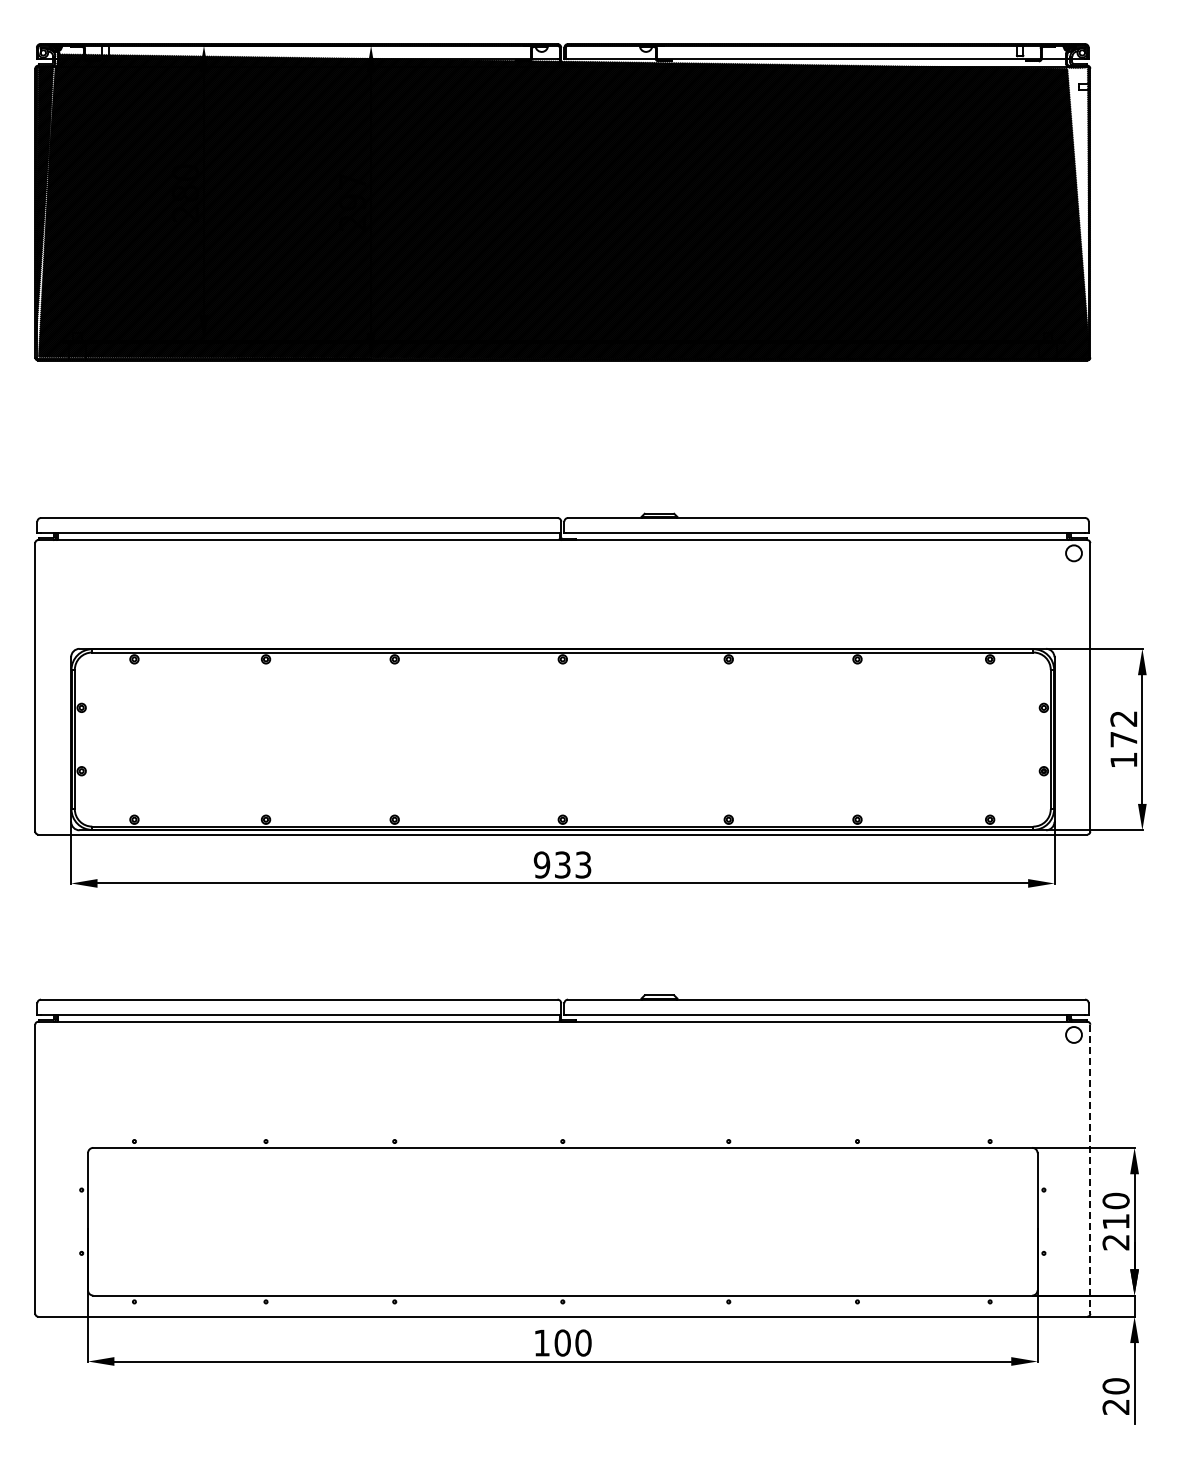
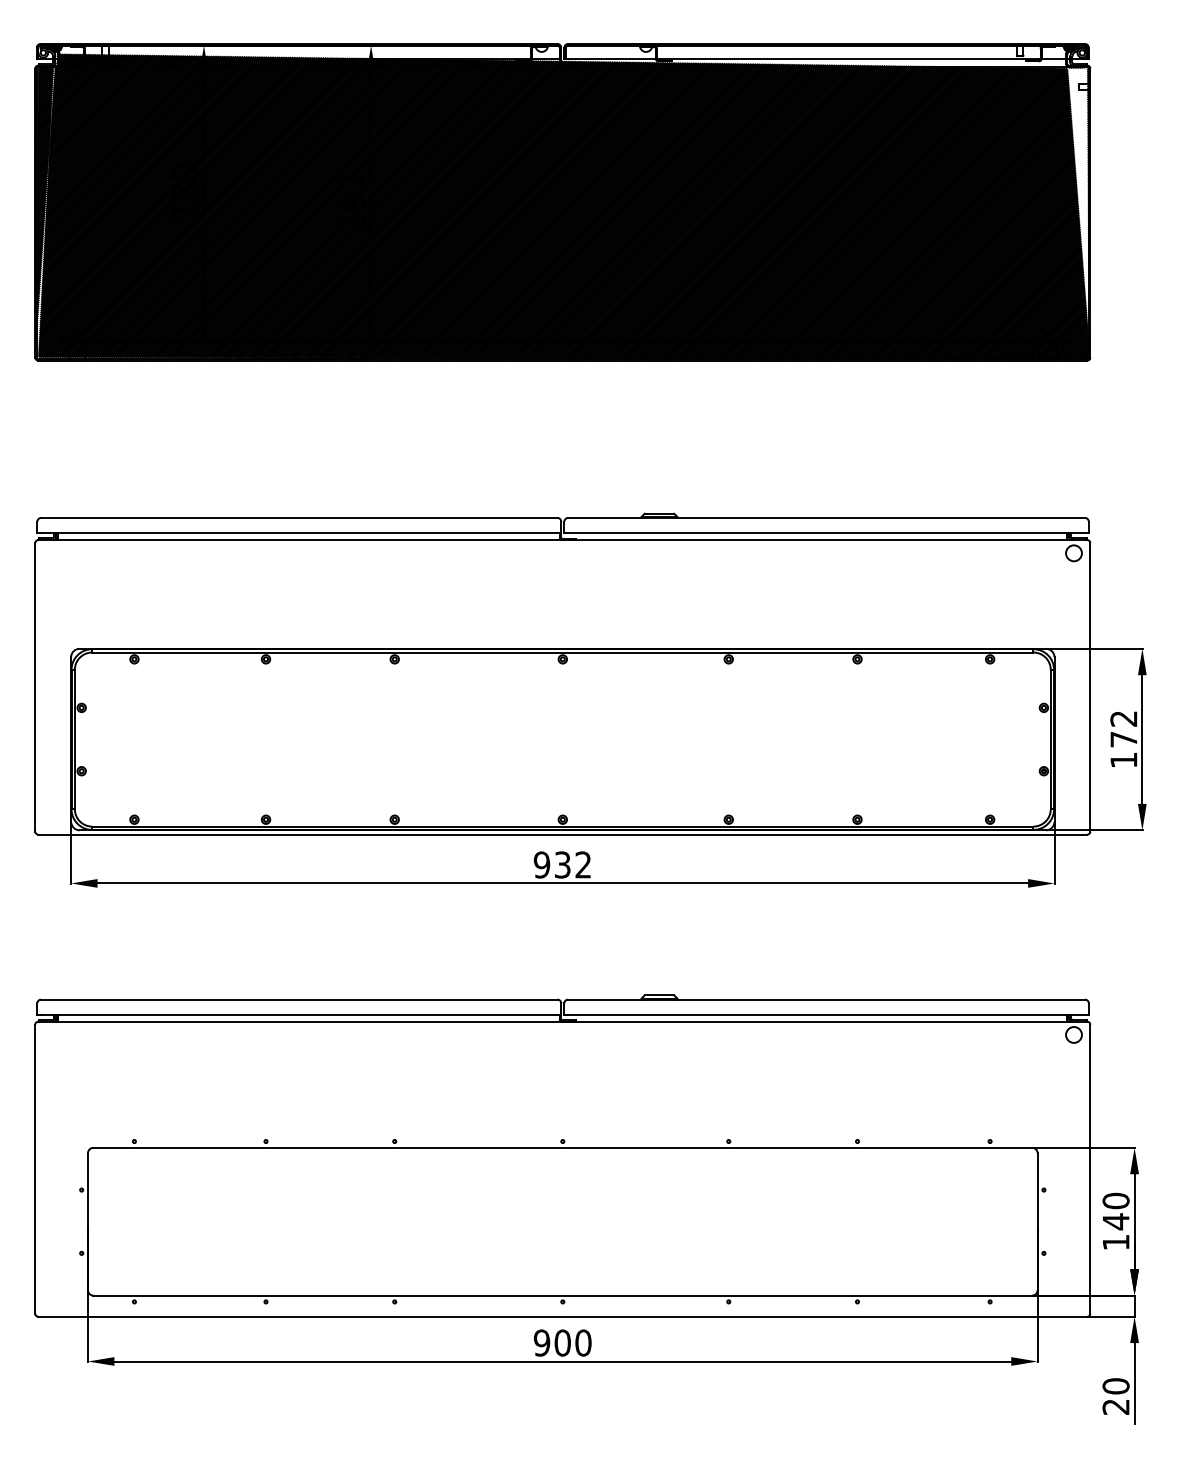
text at (583, 864): 933 -> 932
line at (1090, 1169): dashed -> solid
text at (1115, 1231): 210 -> 140
text at (541, 1342): 100 -> 900
